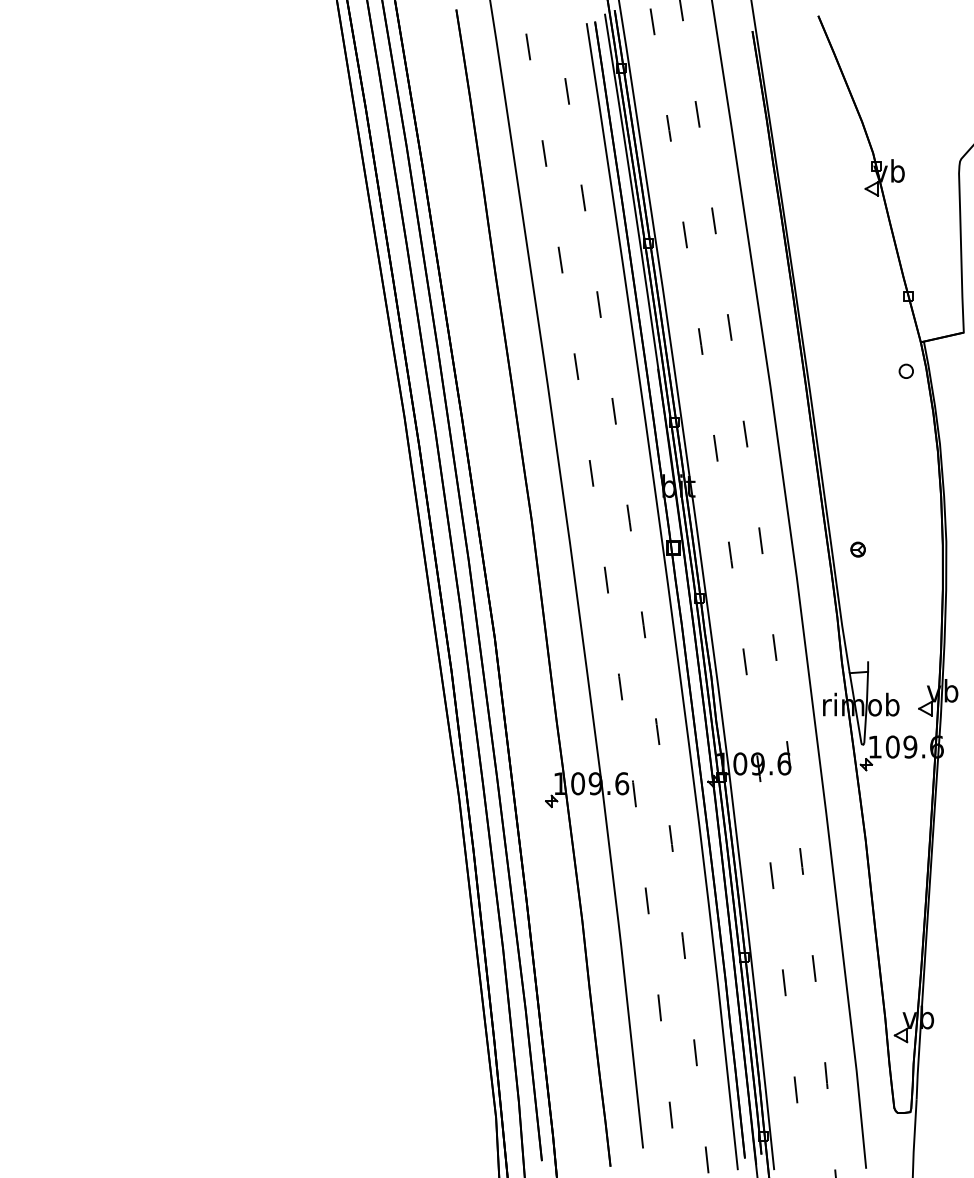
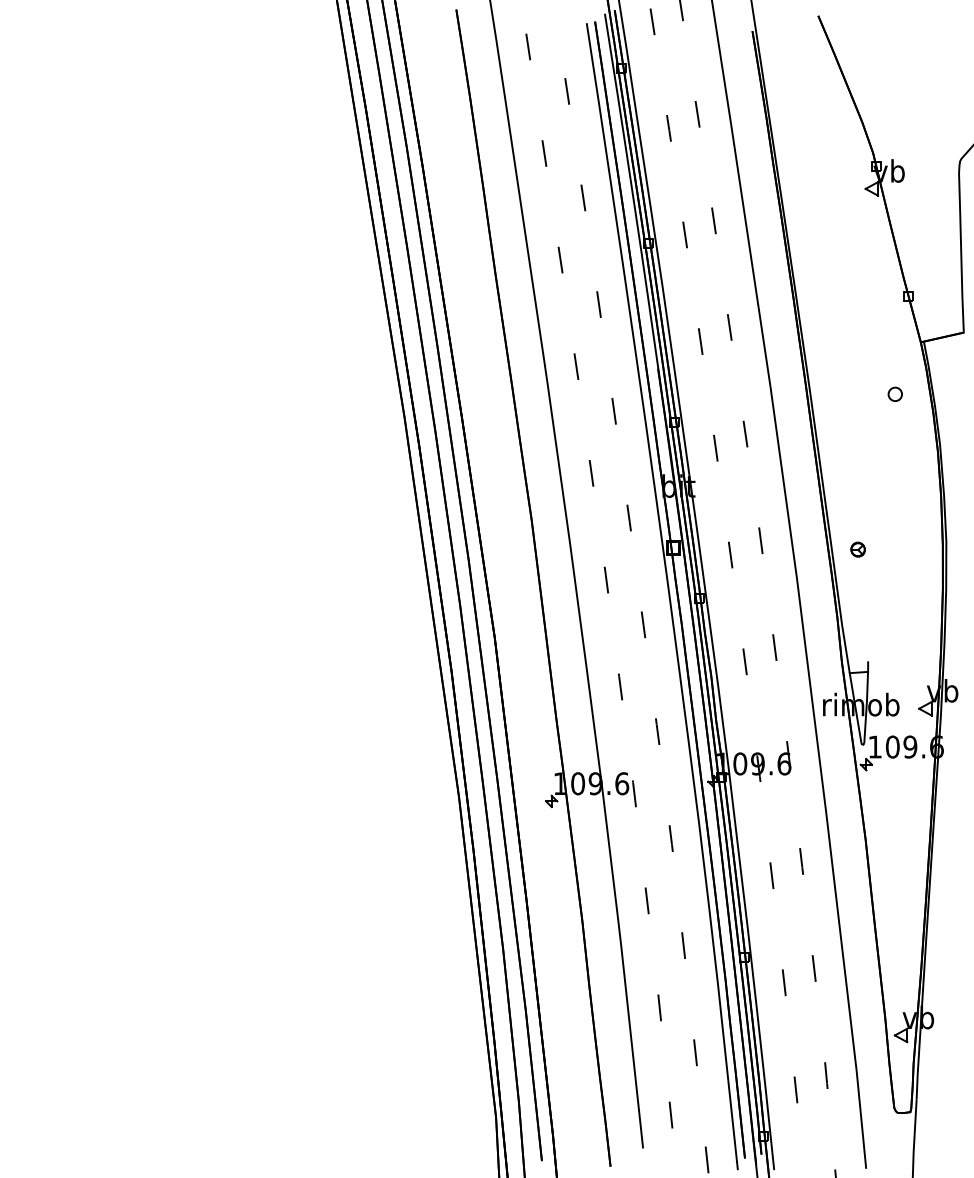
part at (905, 370) position: (905, 370) -> (894, 393)
